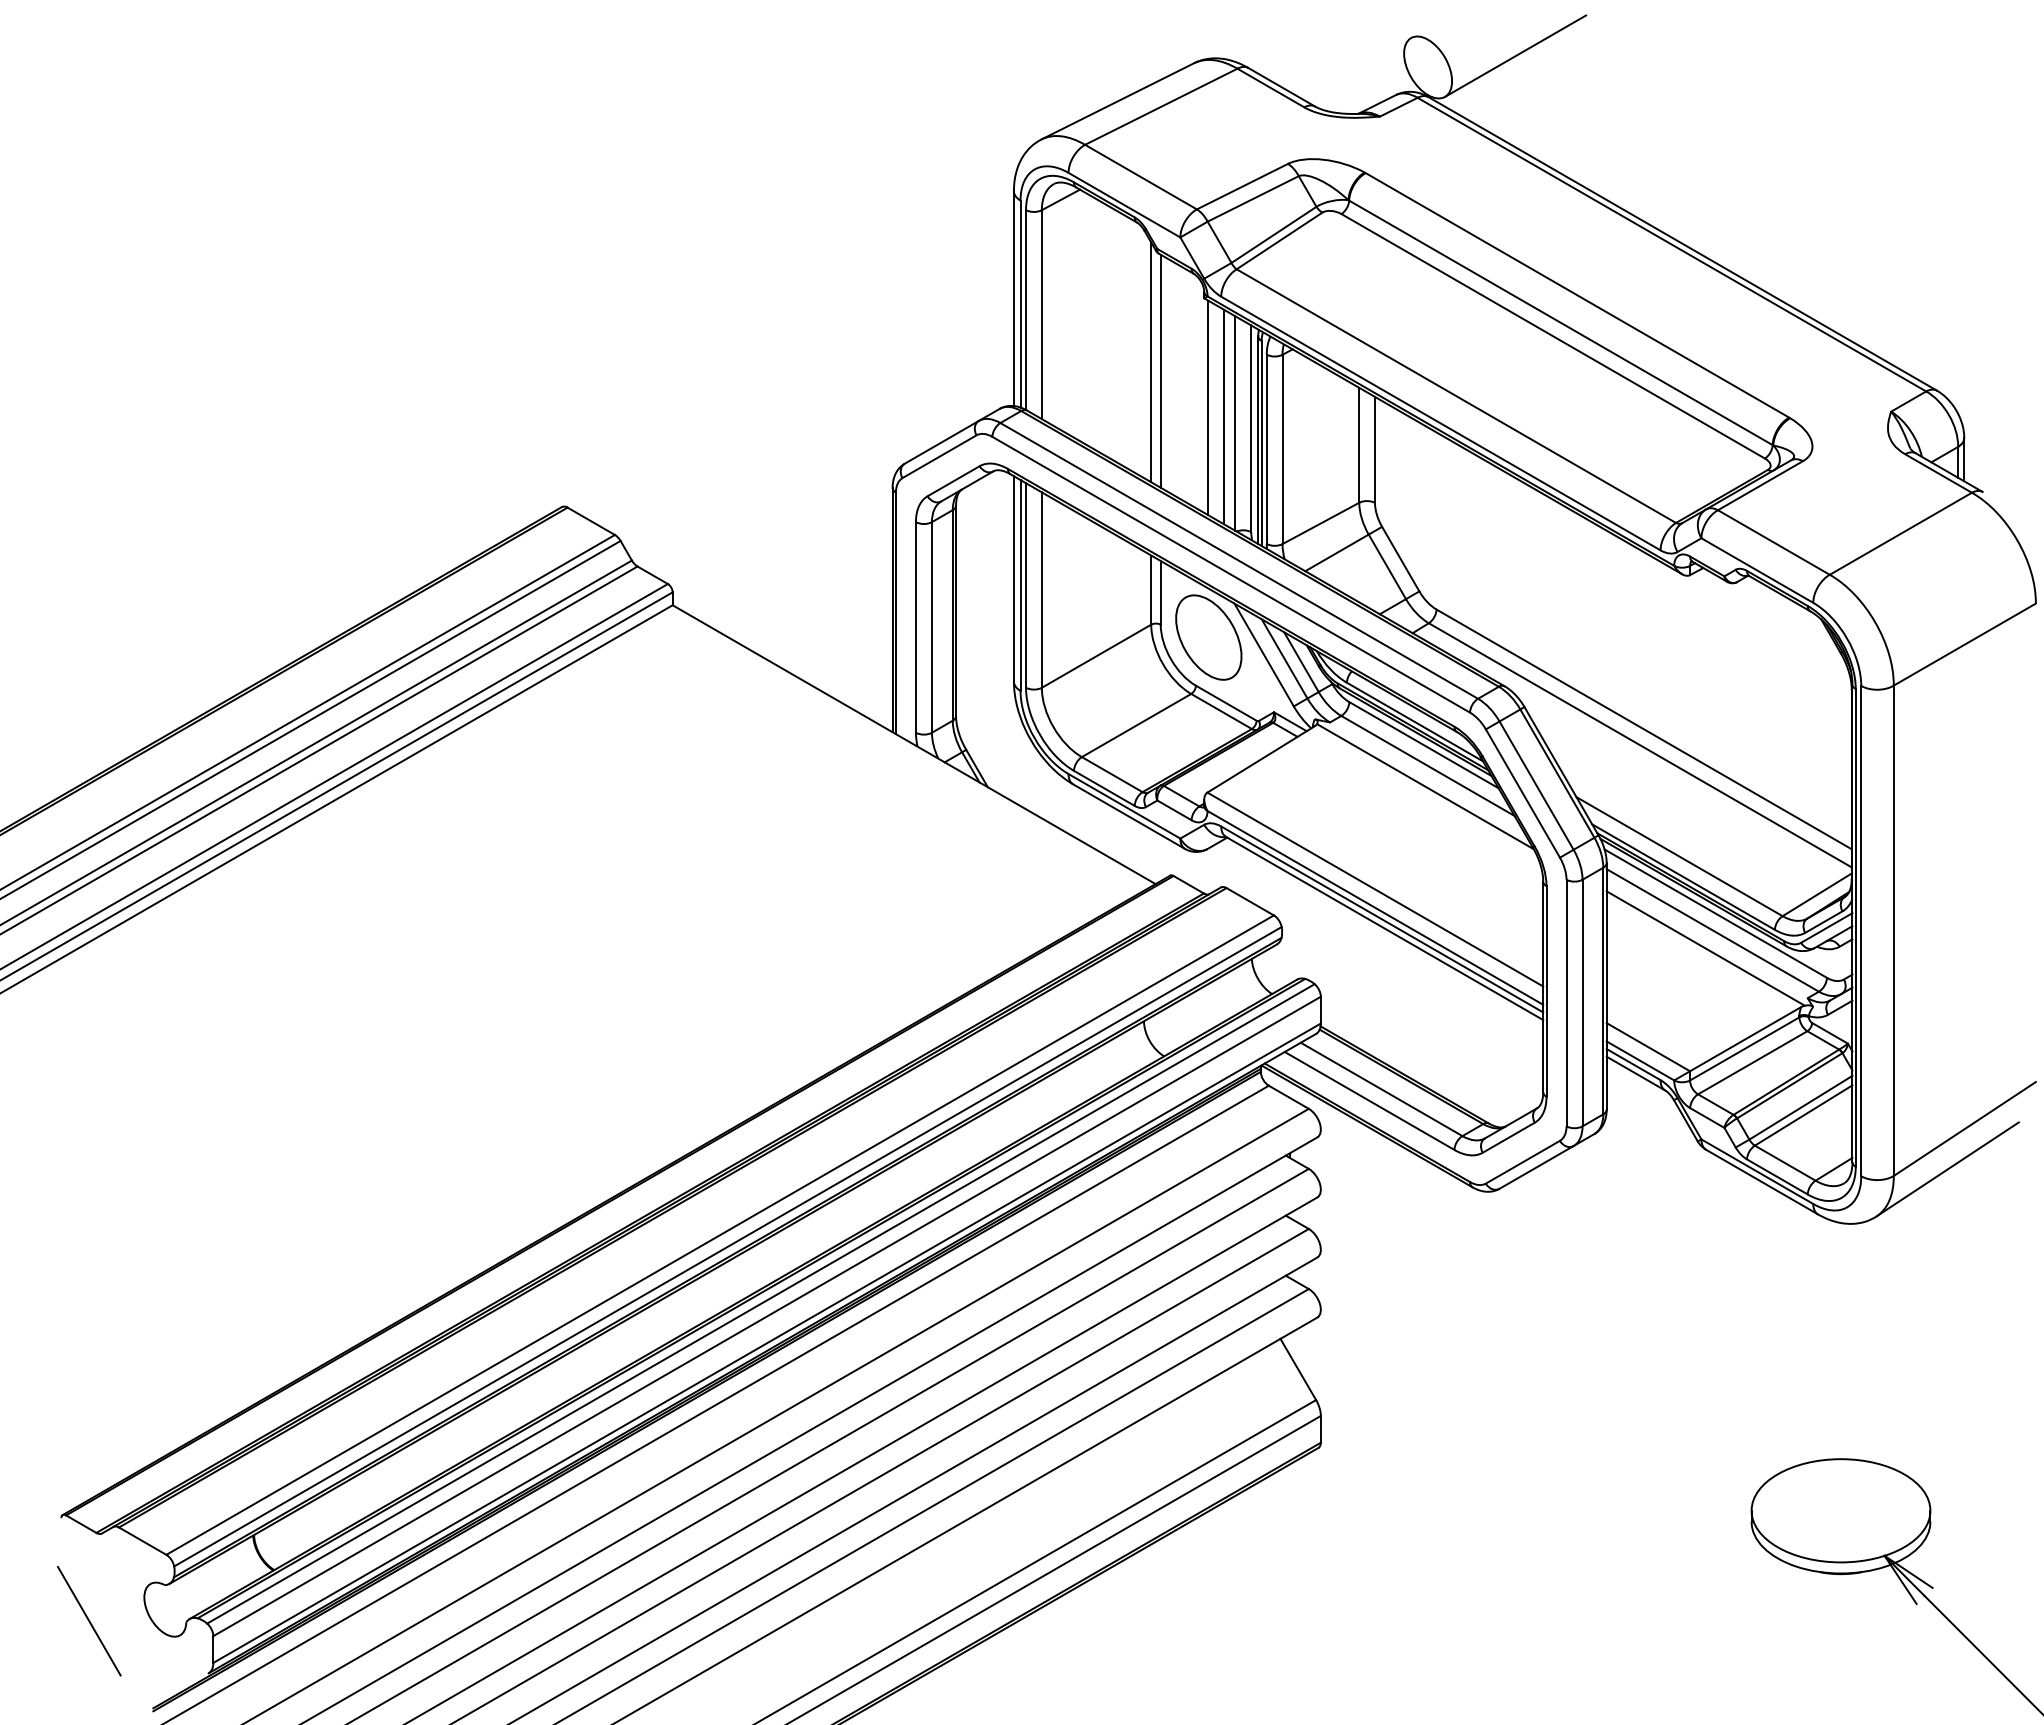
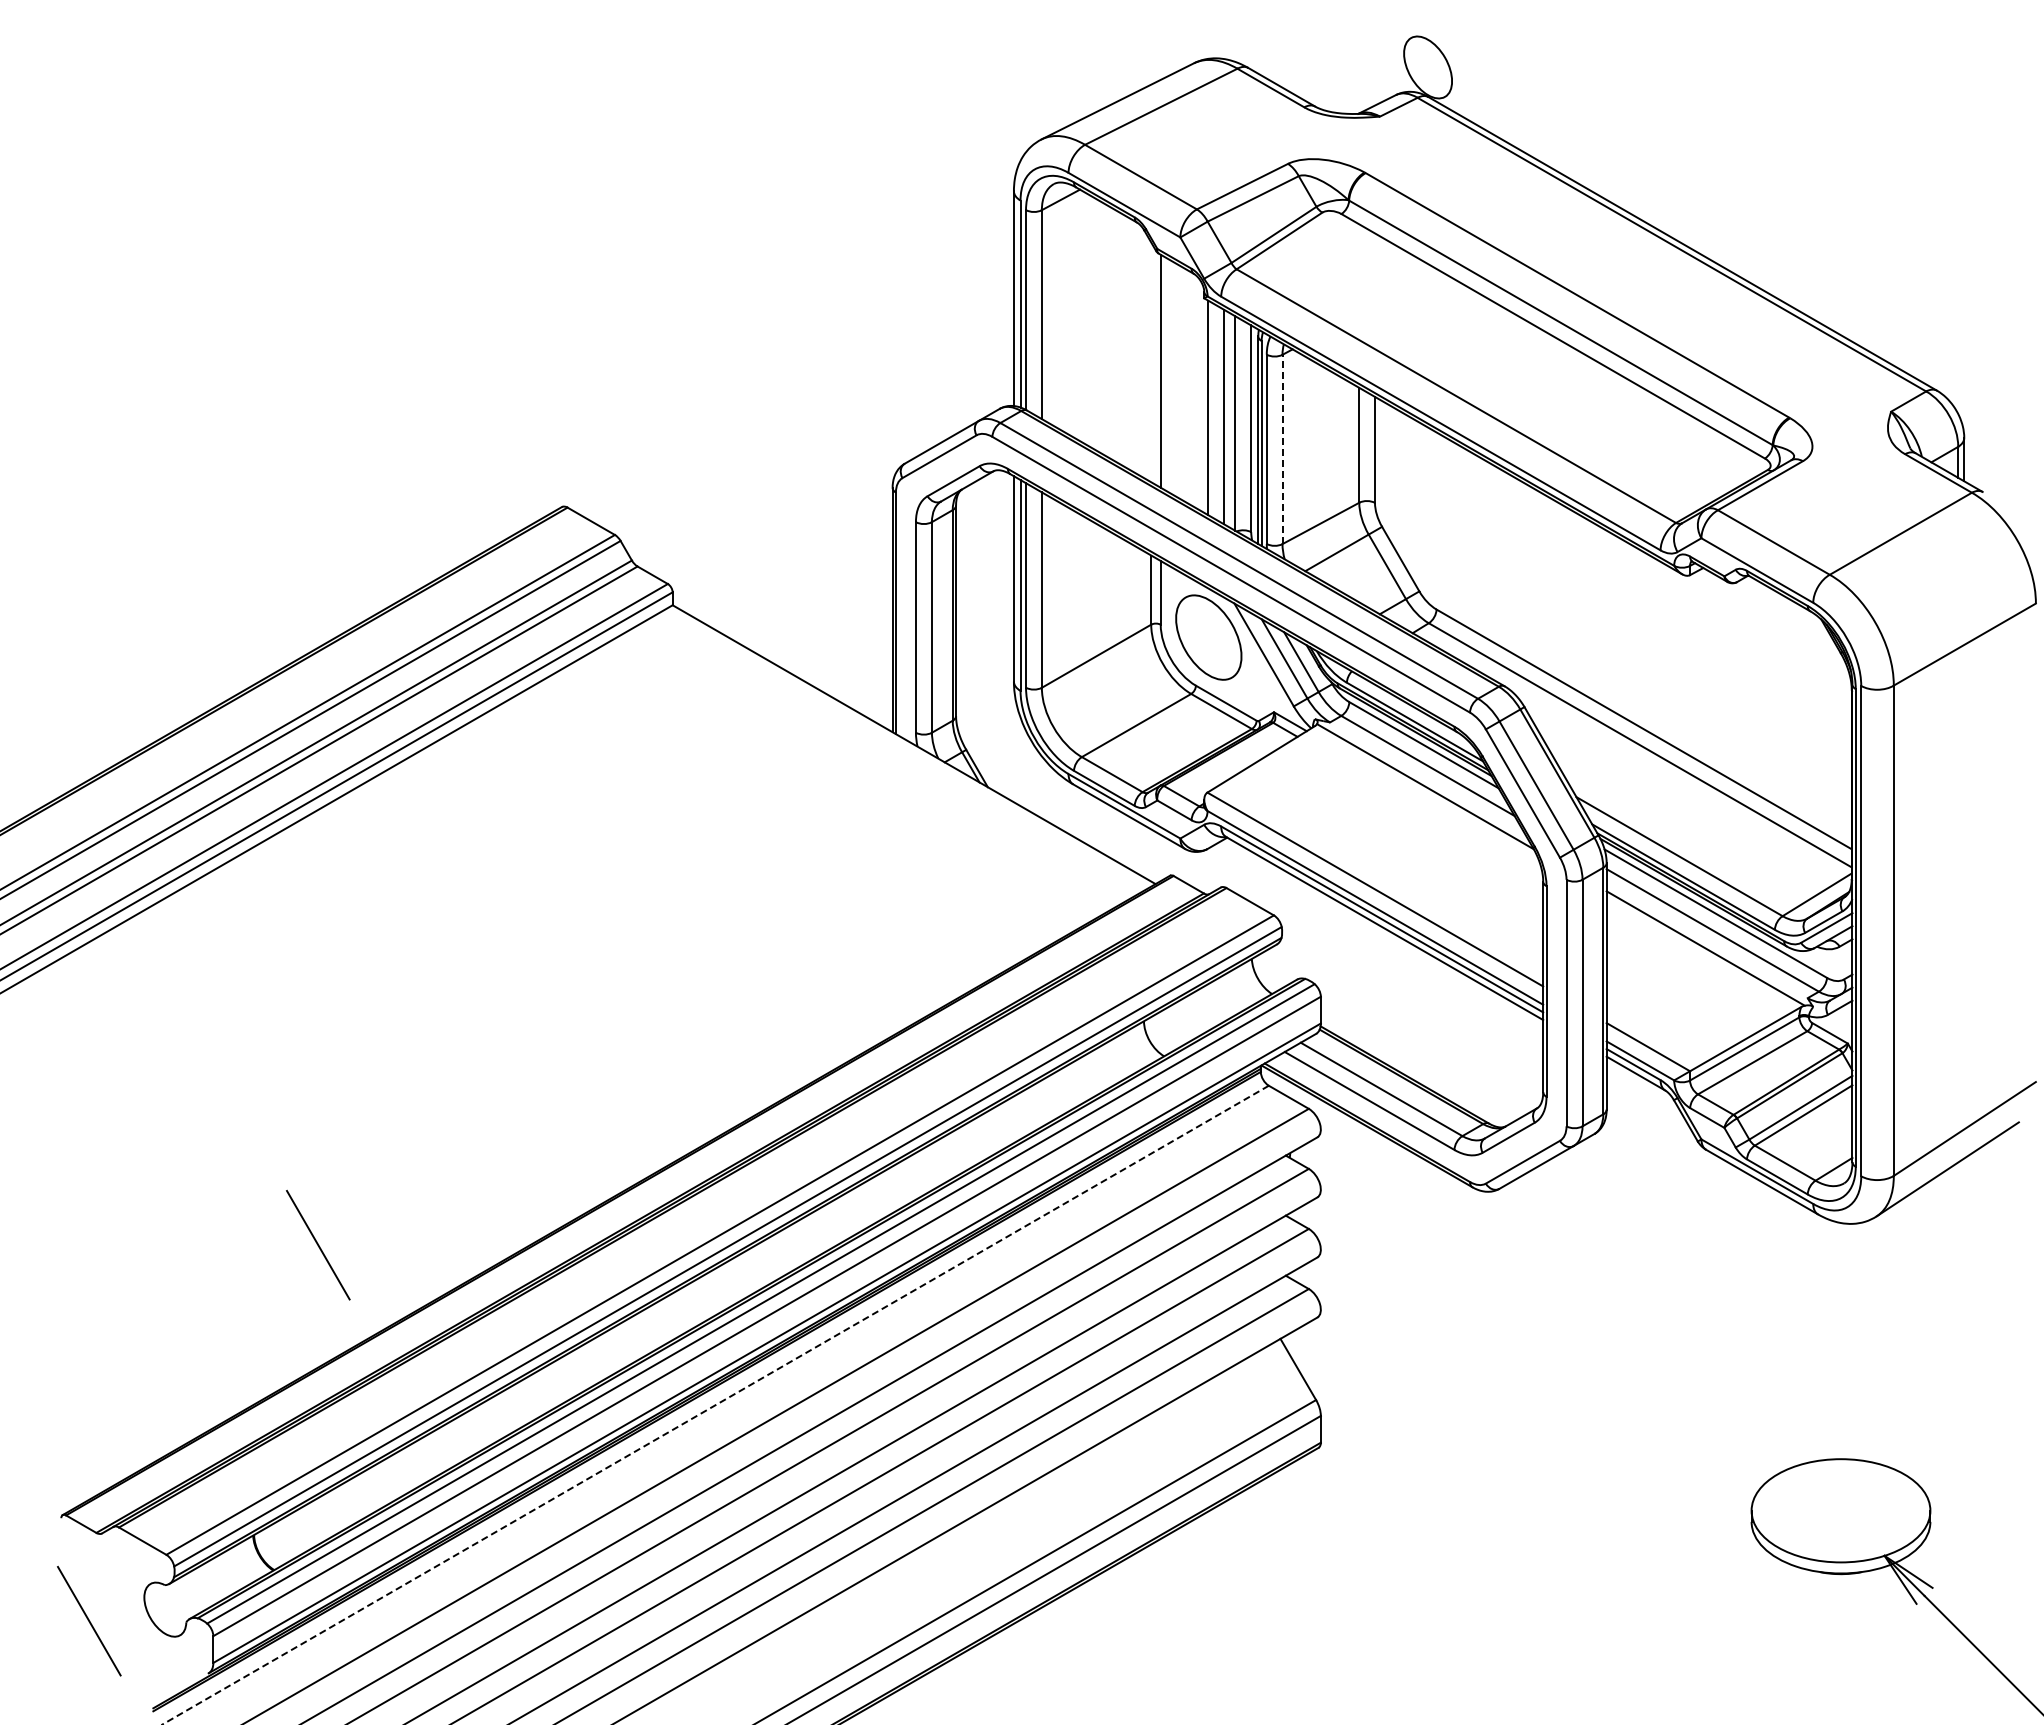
line at (1515, 55): present -> none
line at (1151, 362): present -> none
line at (1282, 449): solid -> dashed
line at (318, 1245): none -> present
line at (715, 1405): solid -> dashed
